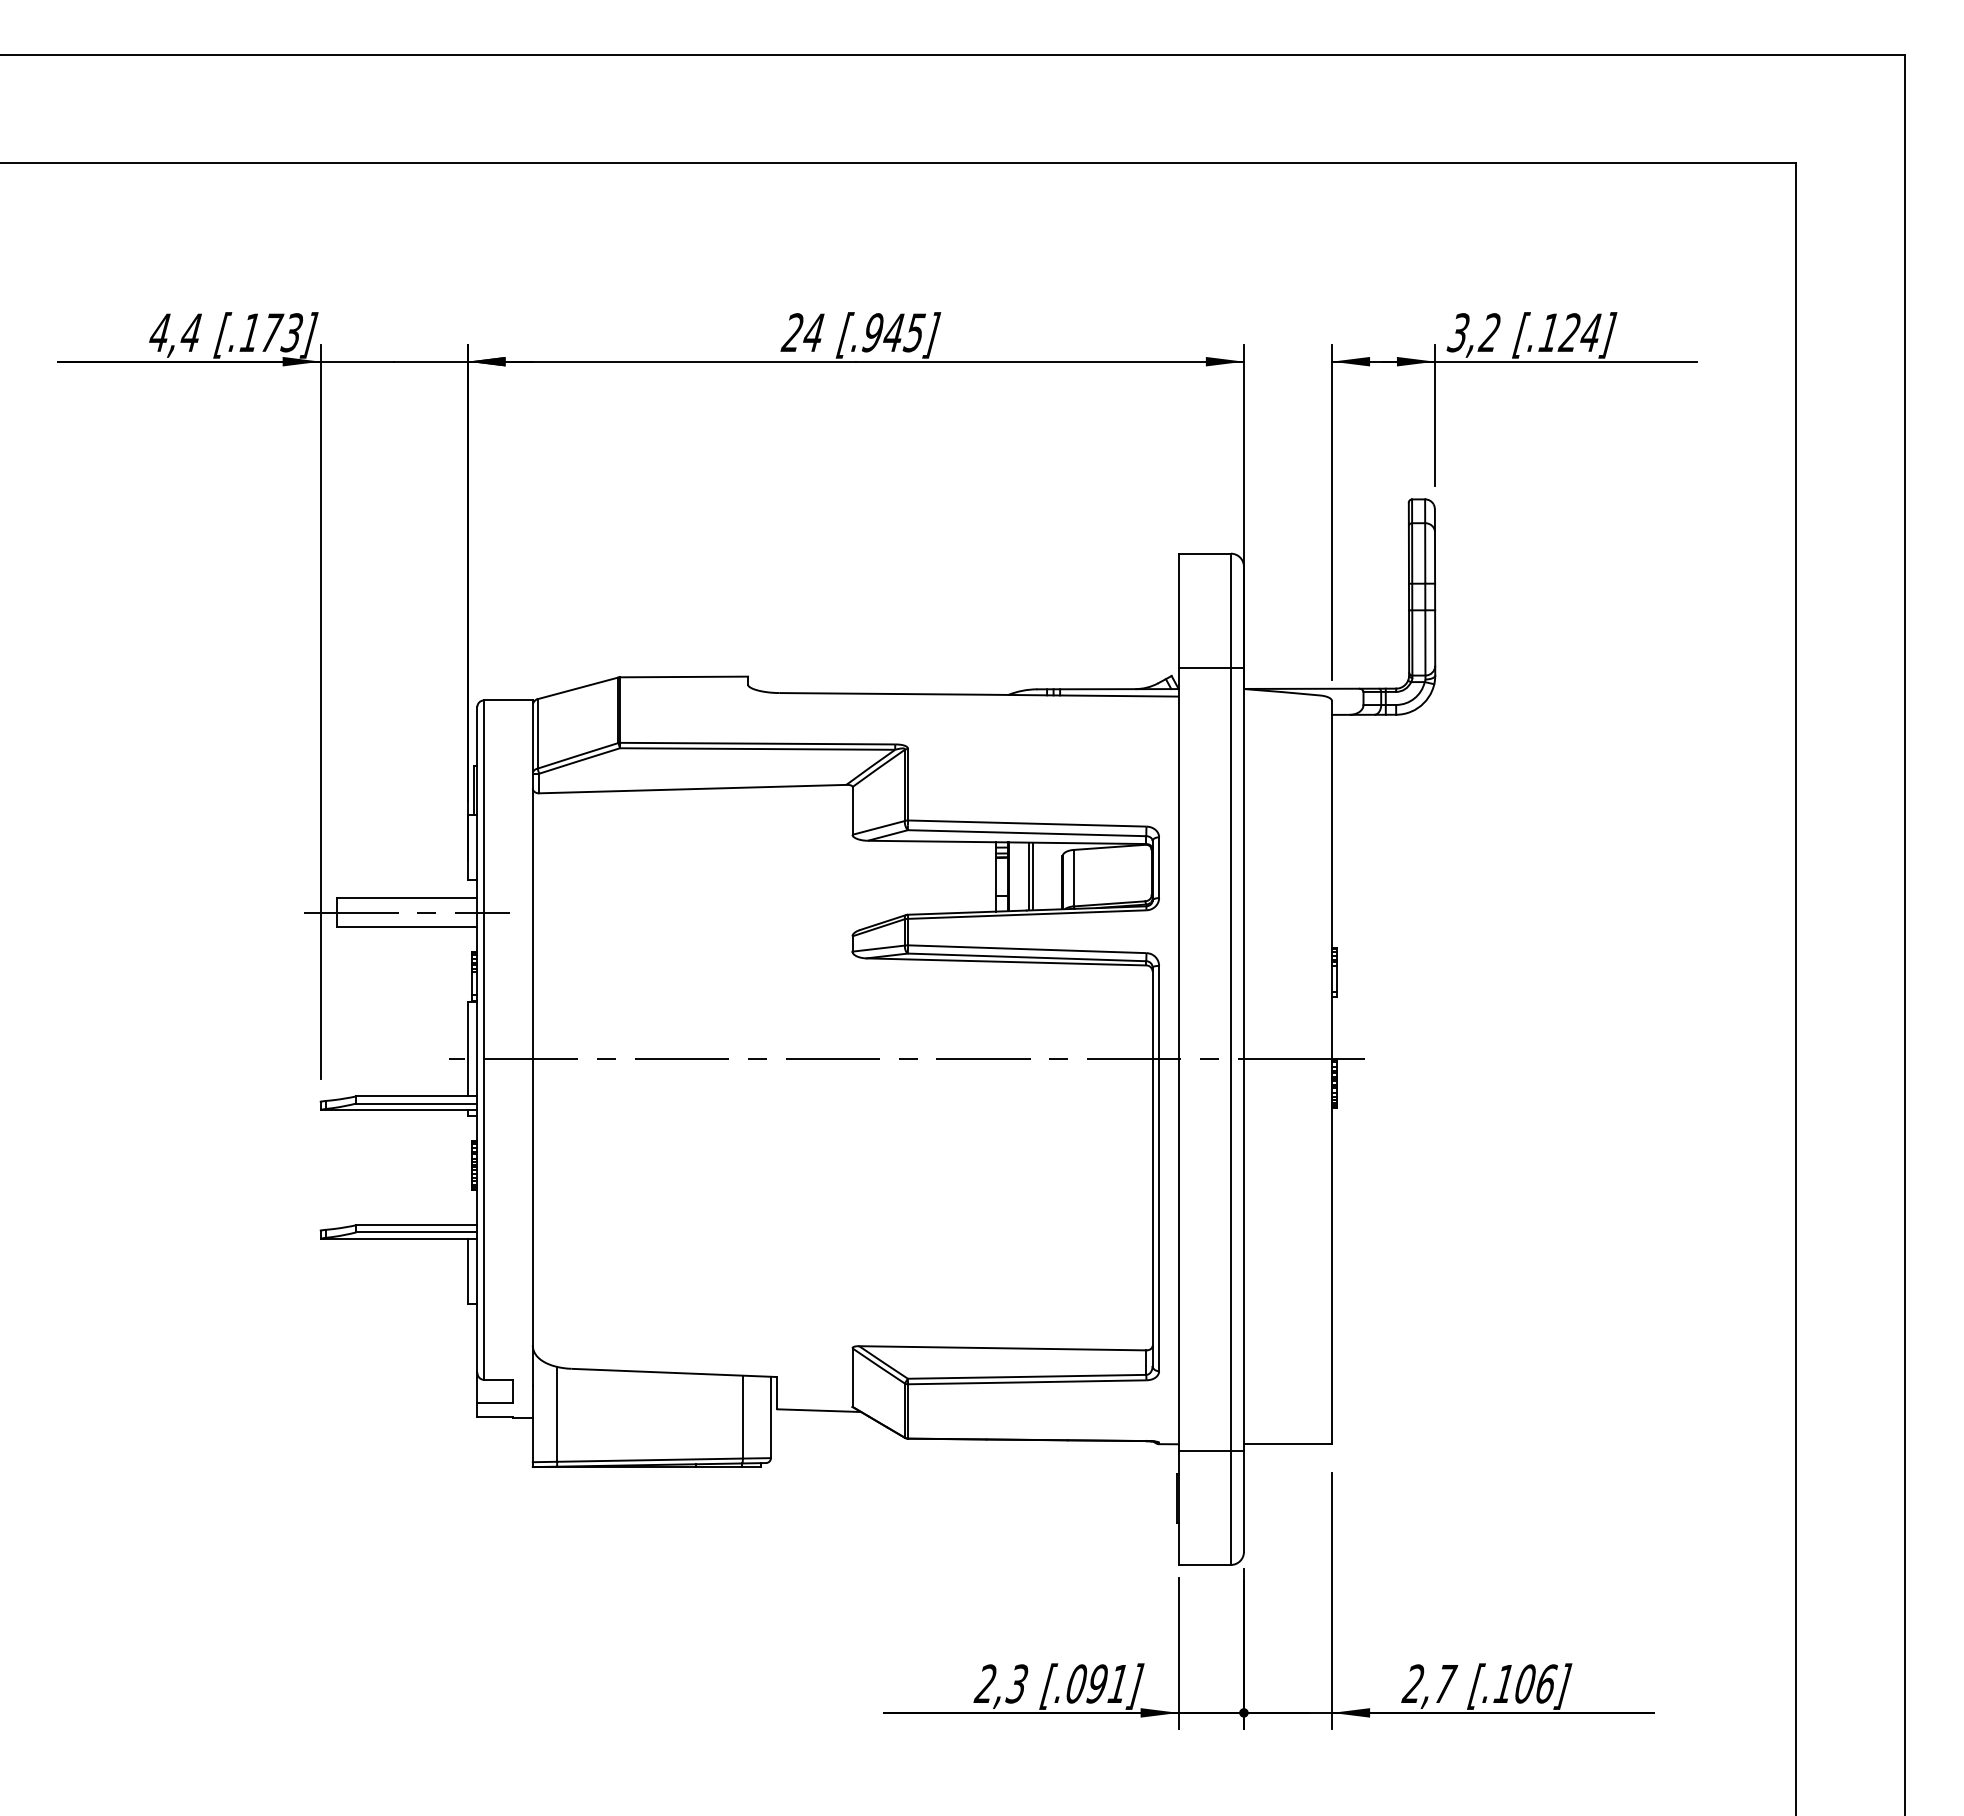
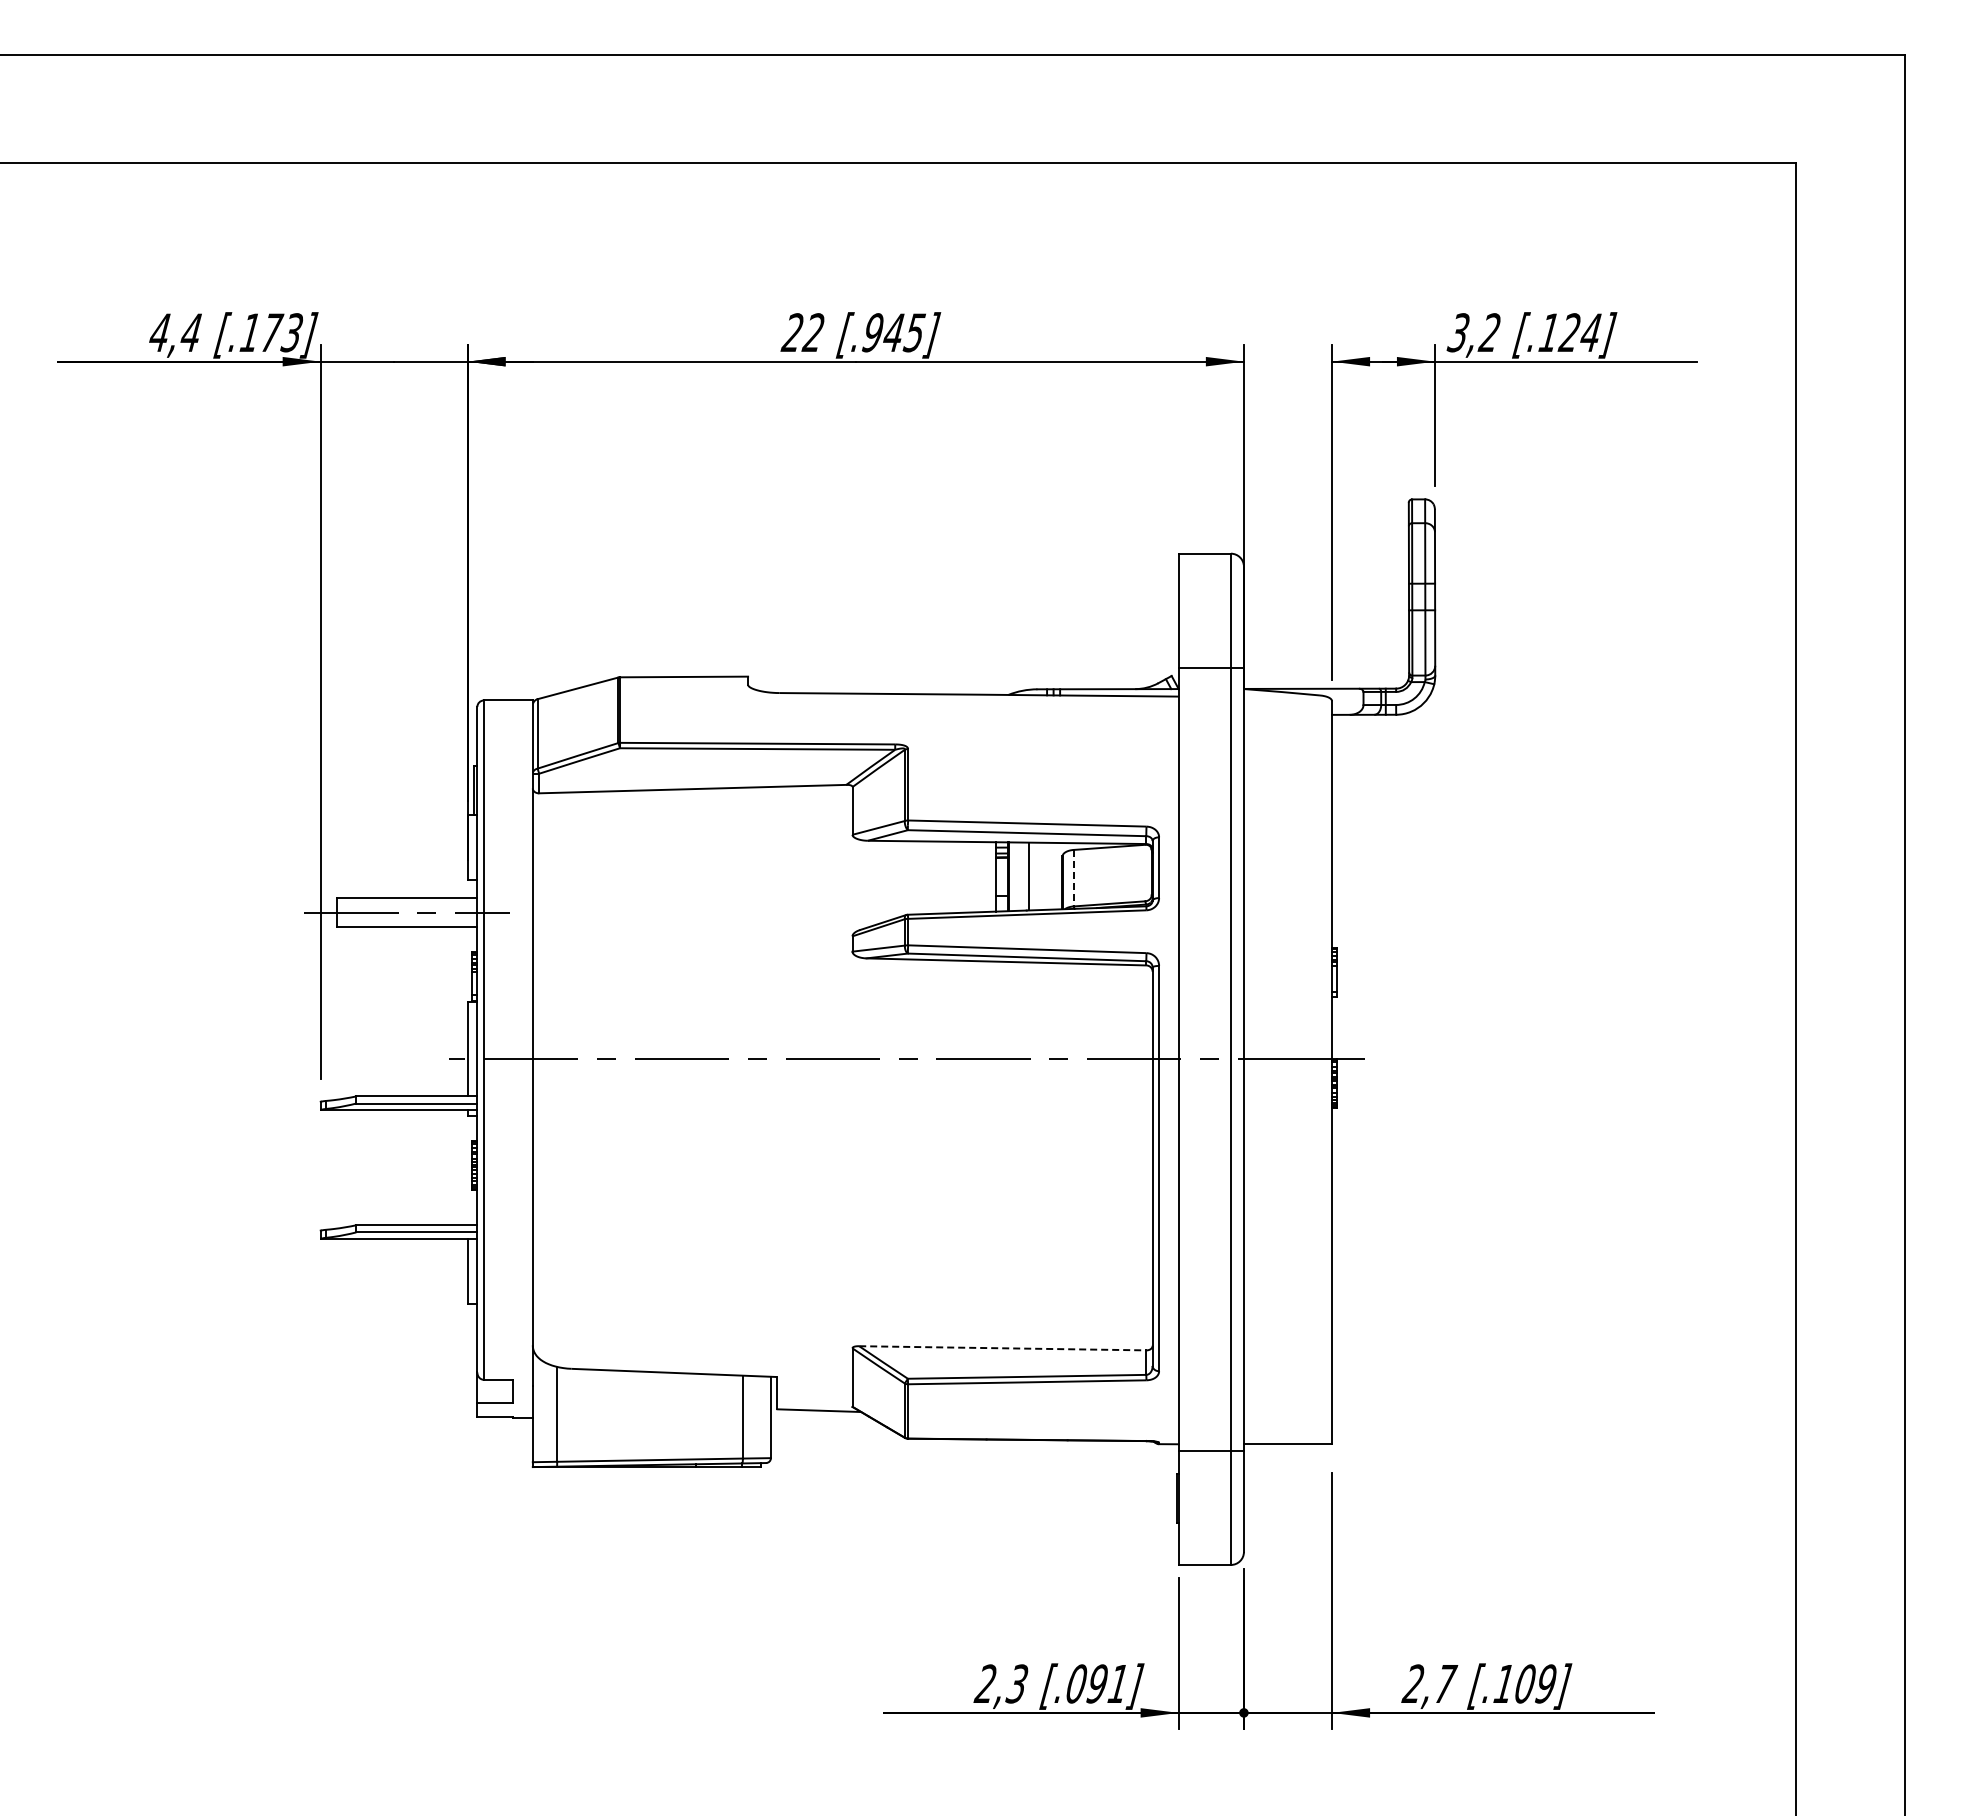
text at (812, 332): 24 -> 22
line at (1032, 876): present -> none
line at (1073, 878): solid -> dashed
line at (1002, 1348): solid -> dashed
text at (1546, 1683): [.106] -> [.109]
